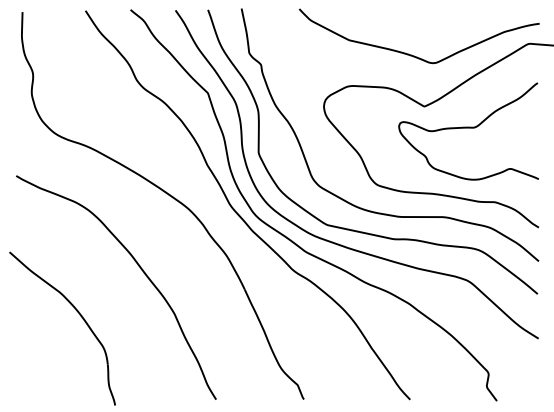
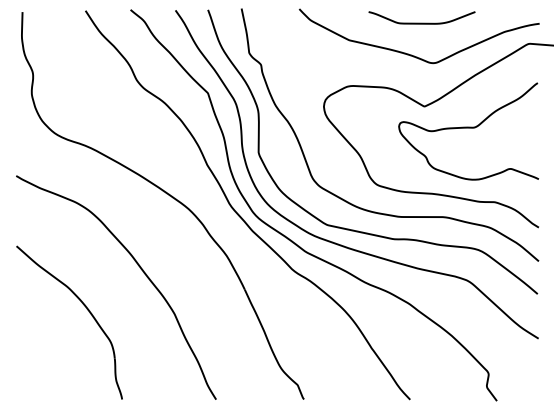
curve at (421, 22): none -> present
part at (79, 315) position: (79, 315) -> (86, 309)
